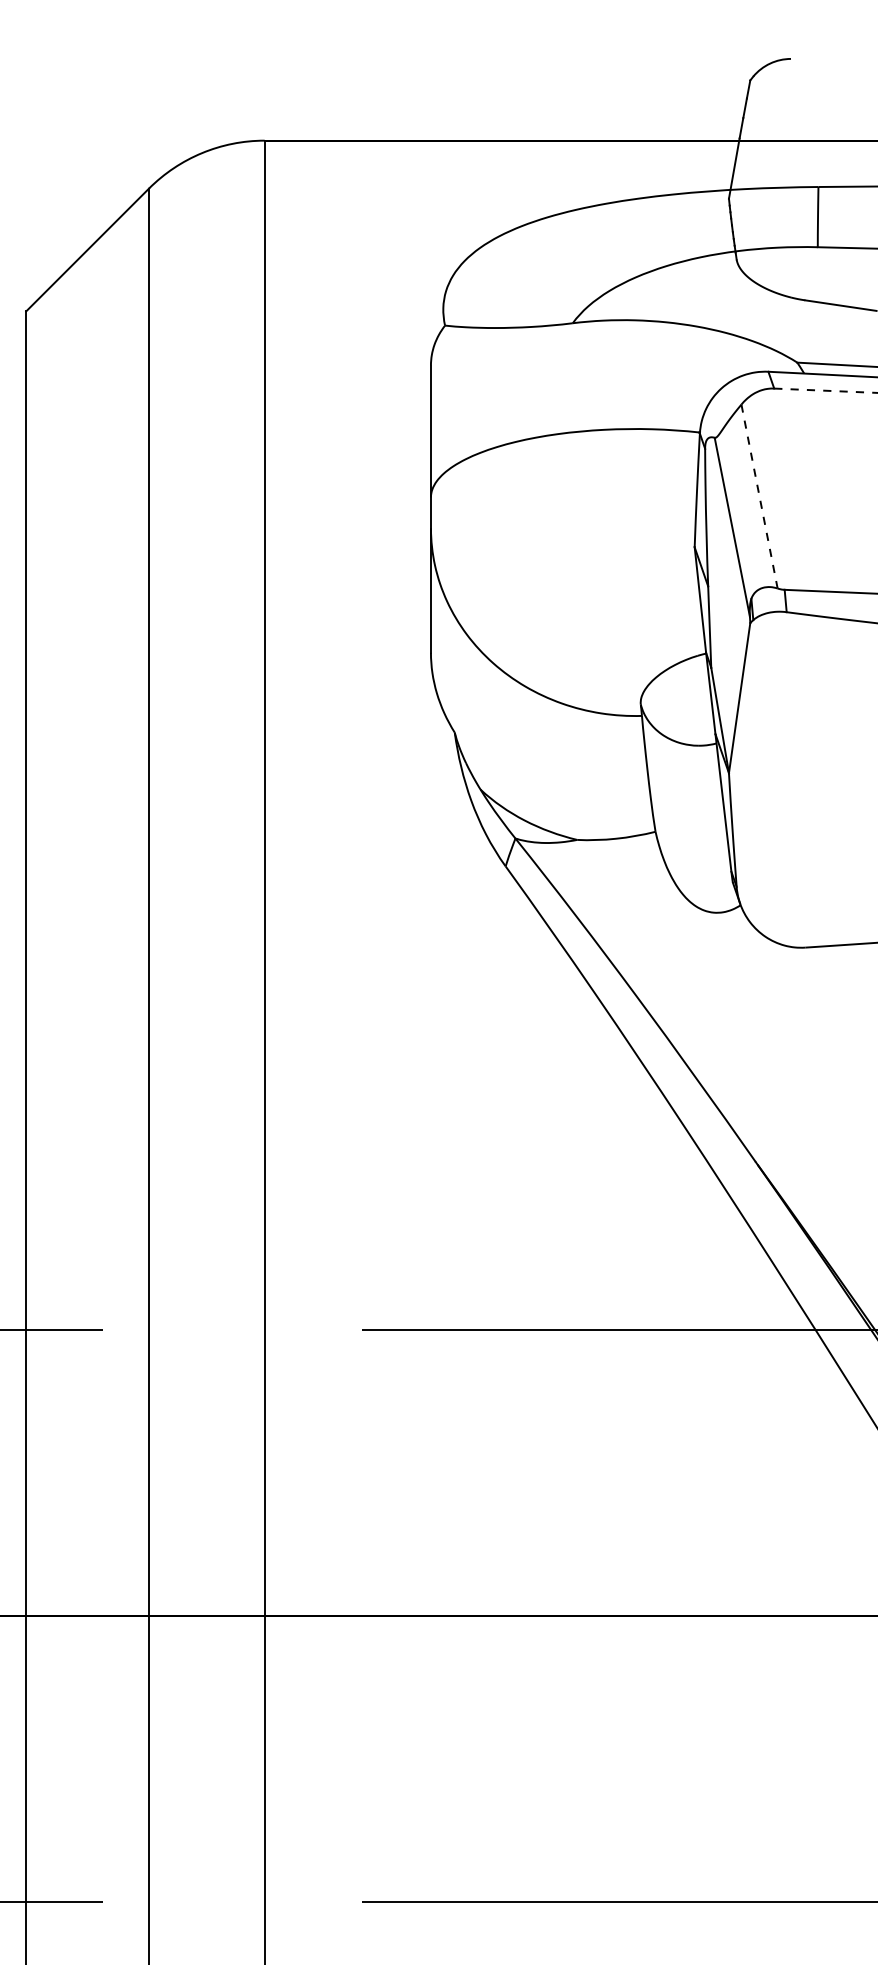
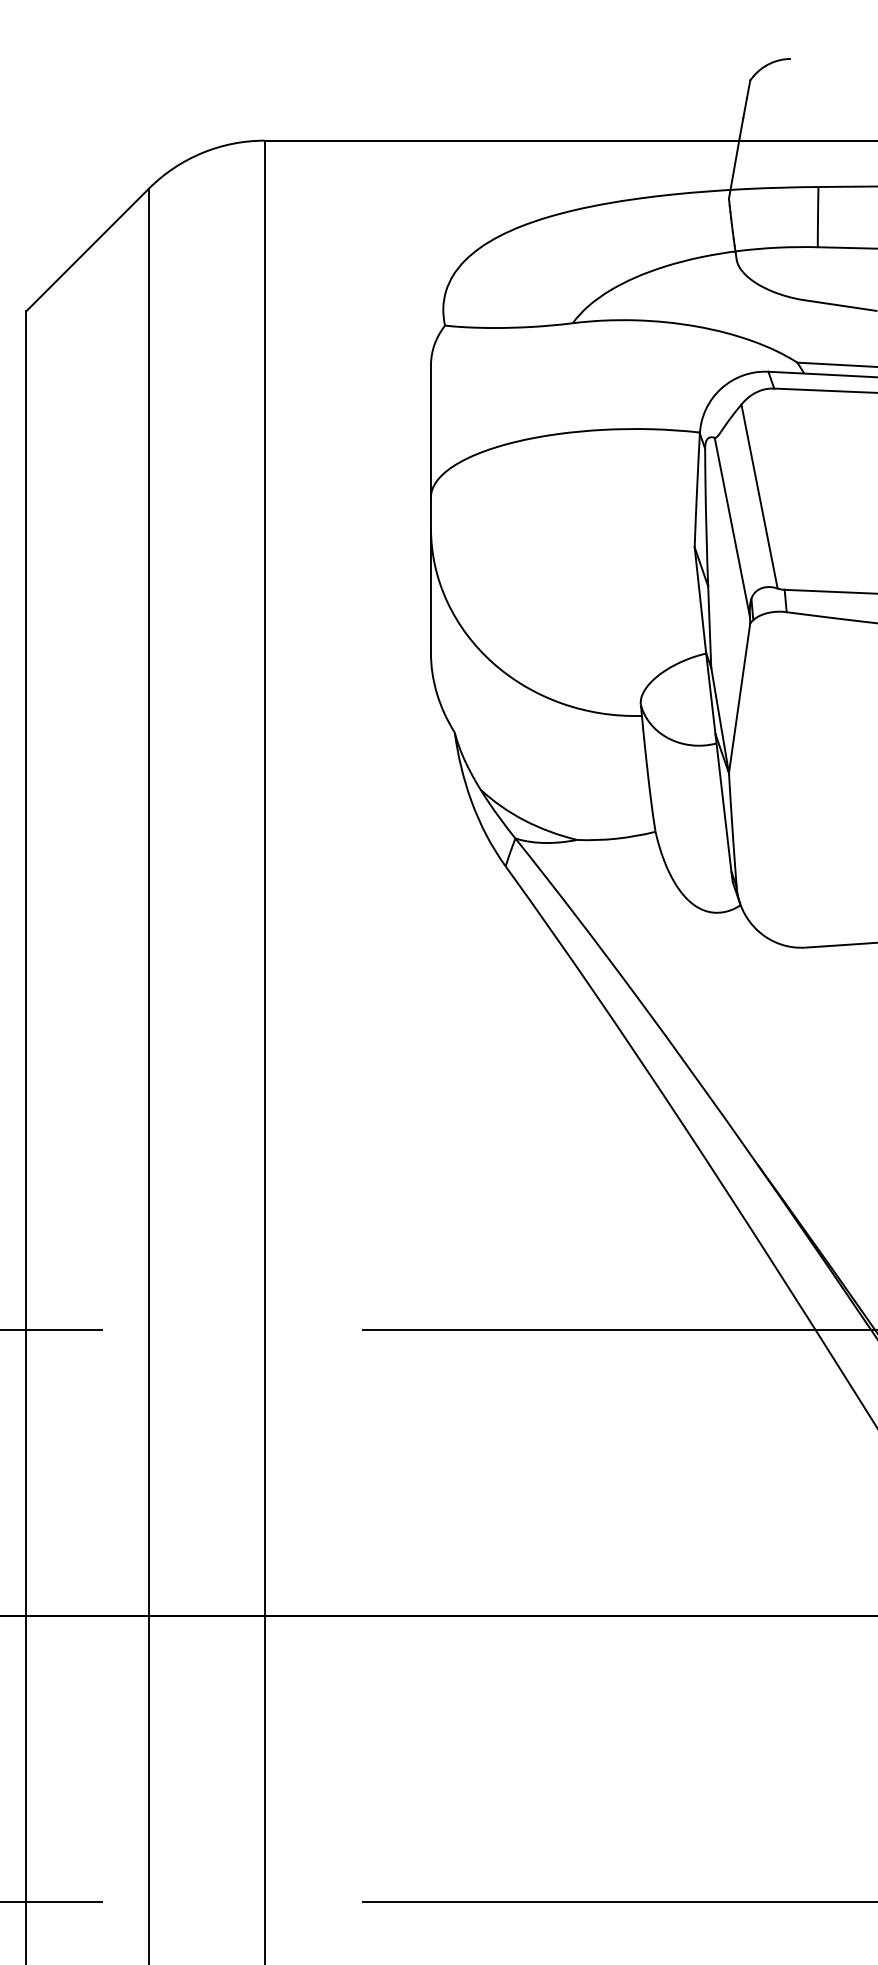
line at (826, 390): dashed -> solid
line at (759, 496): dashed -> solid
